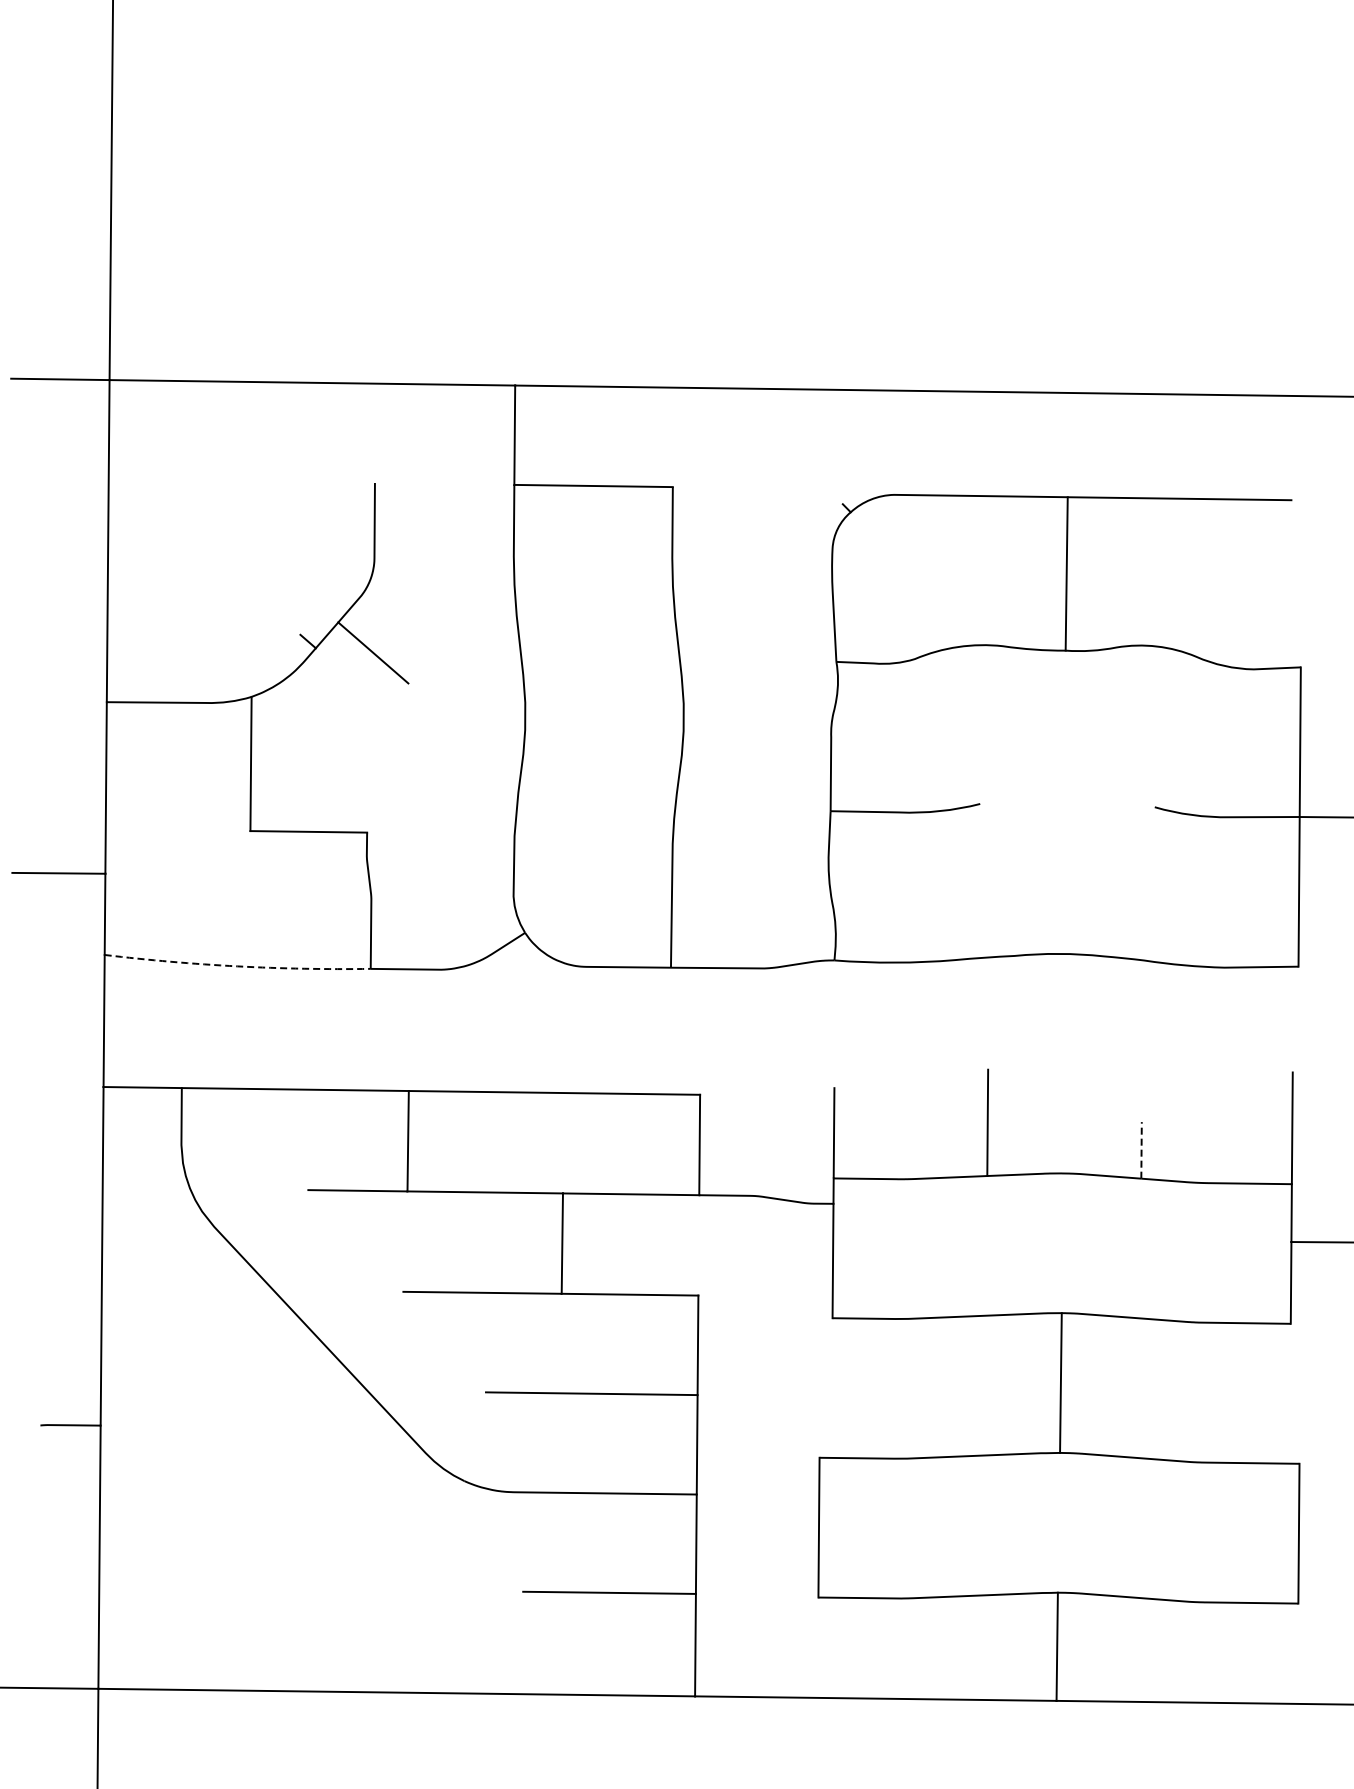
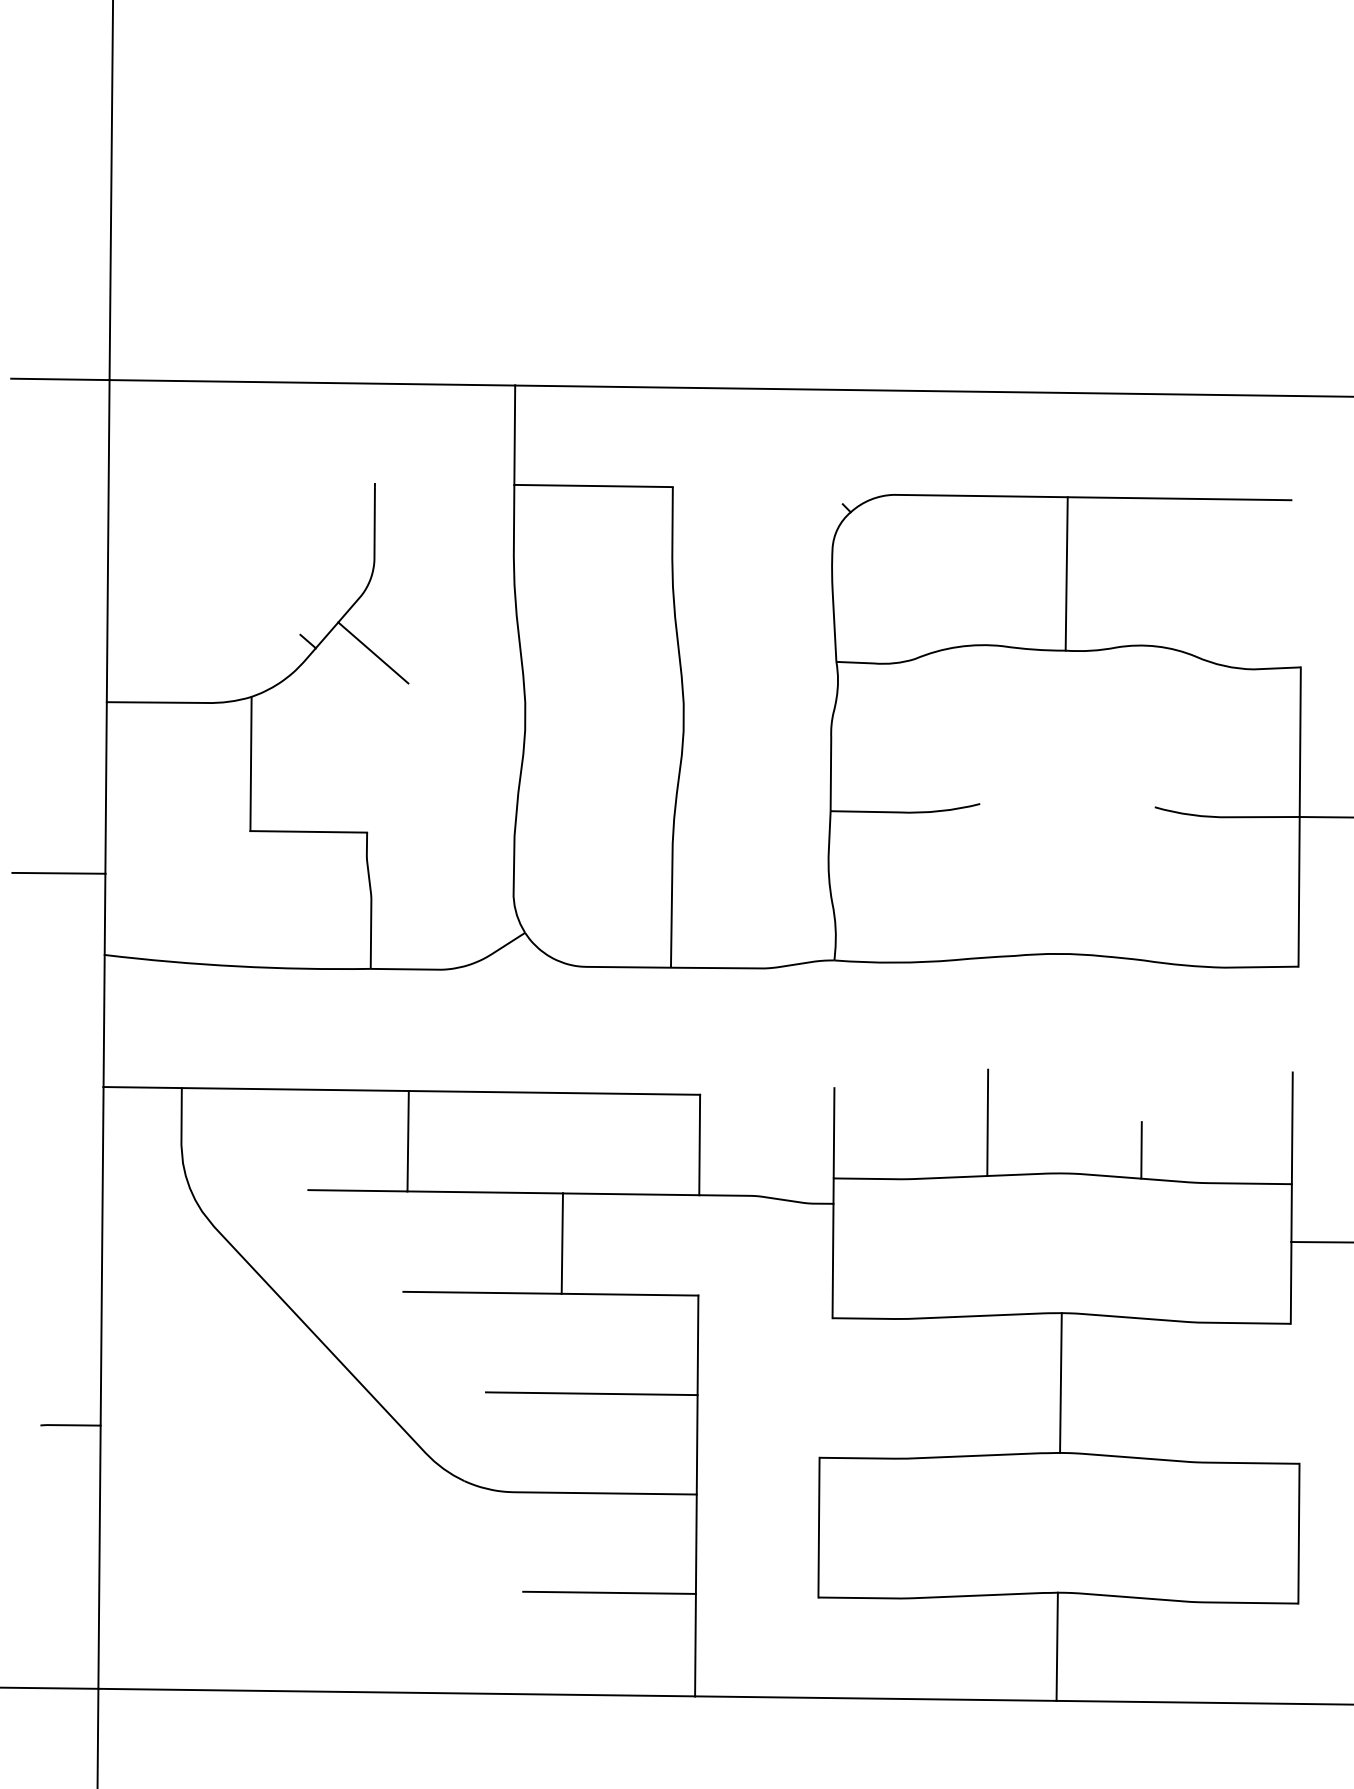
arc at (237, 966): dashed -> solid
line at (1141, 1149): dashed -> solid
